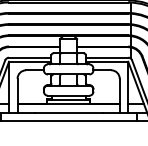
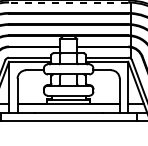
line at (68, 2): solid -> dashed
